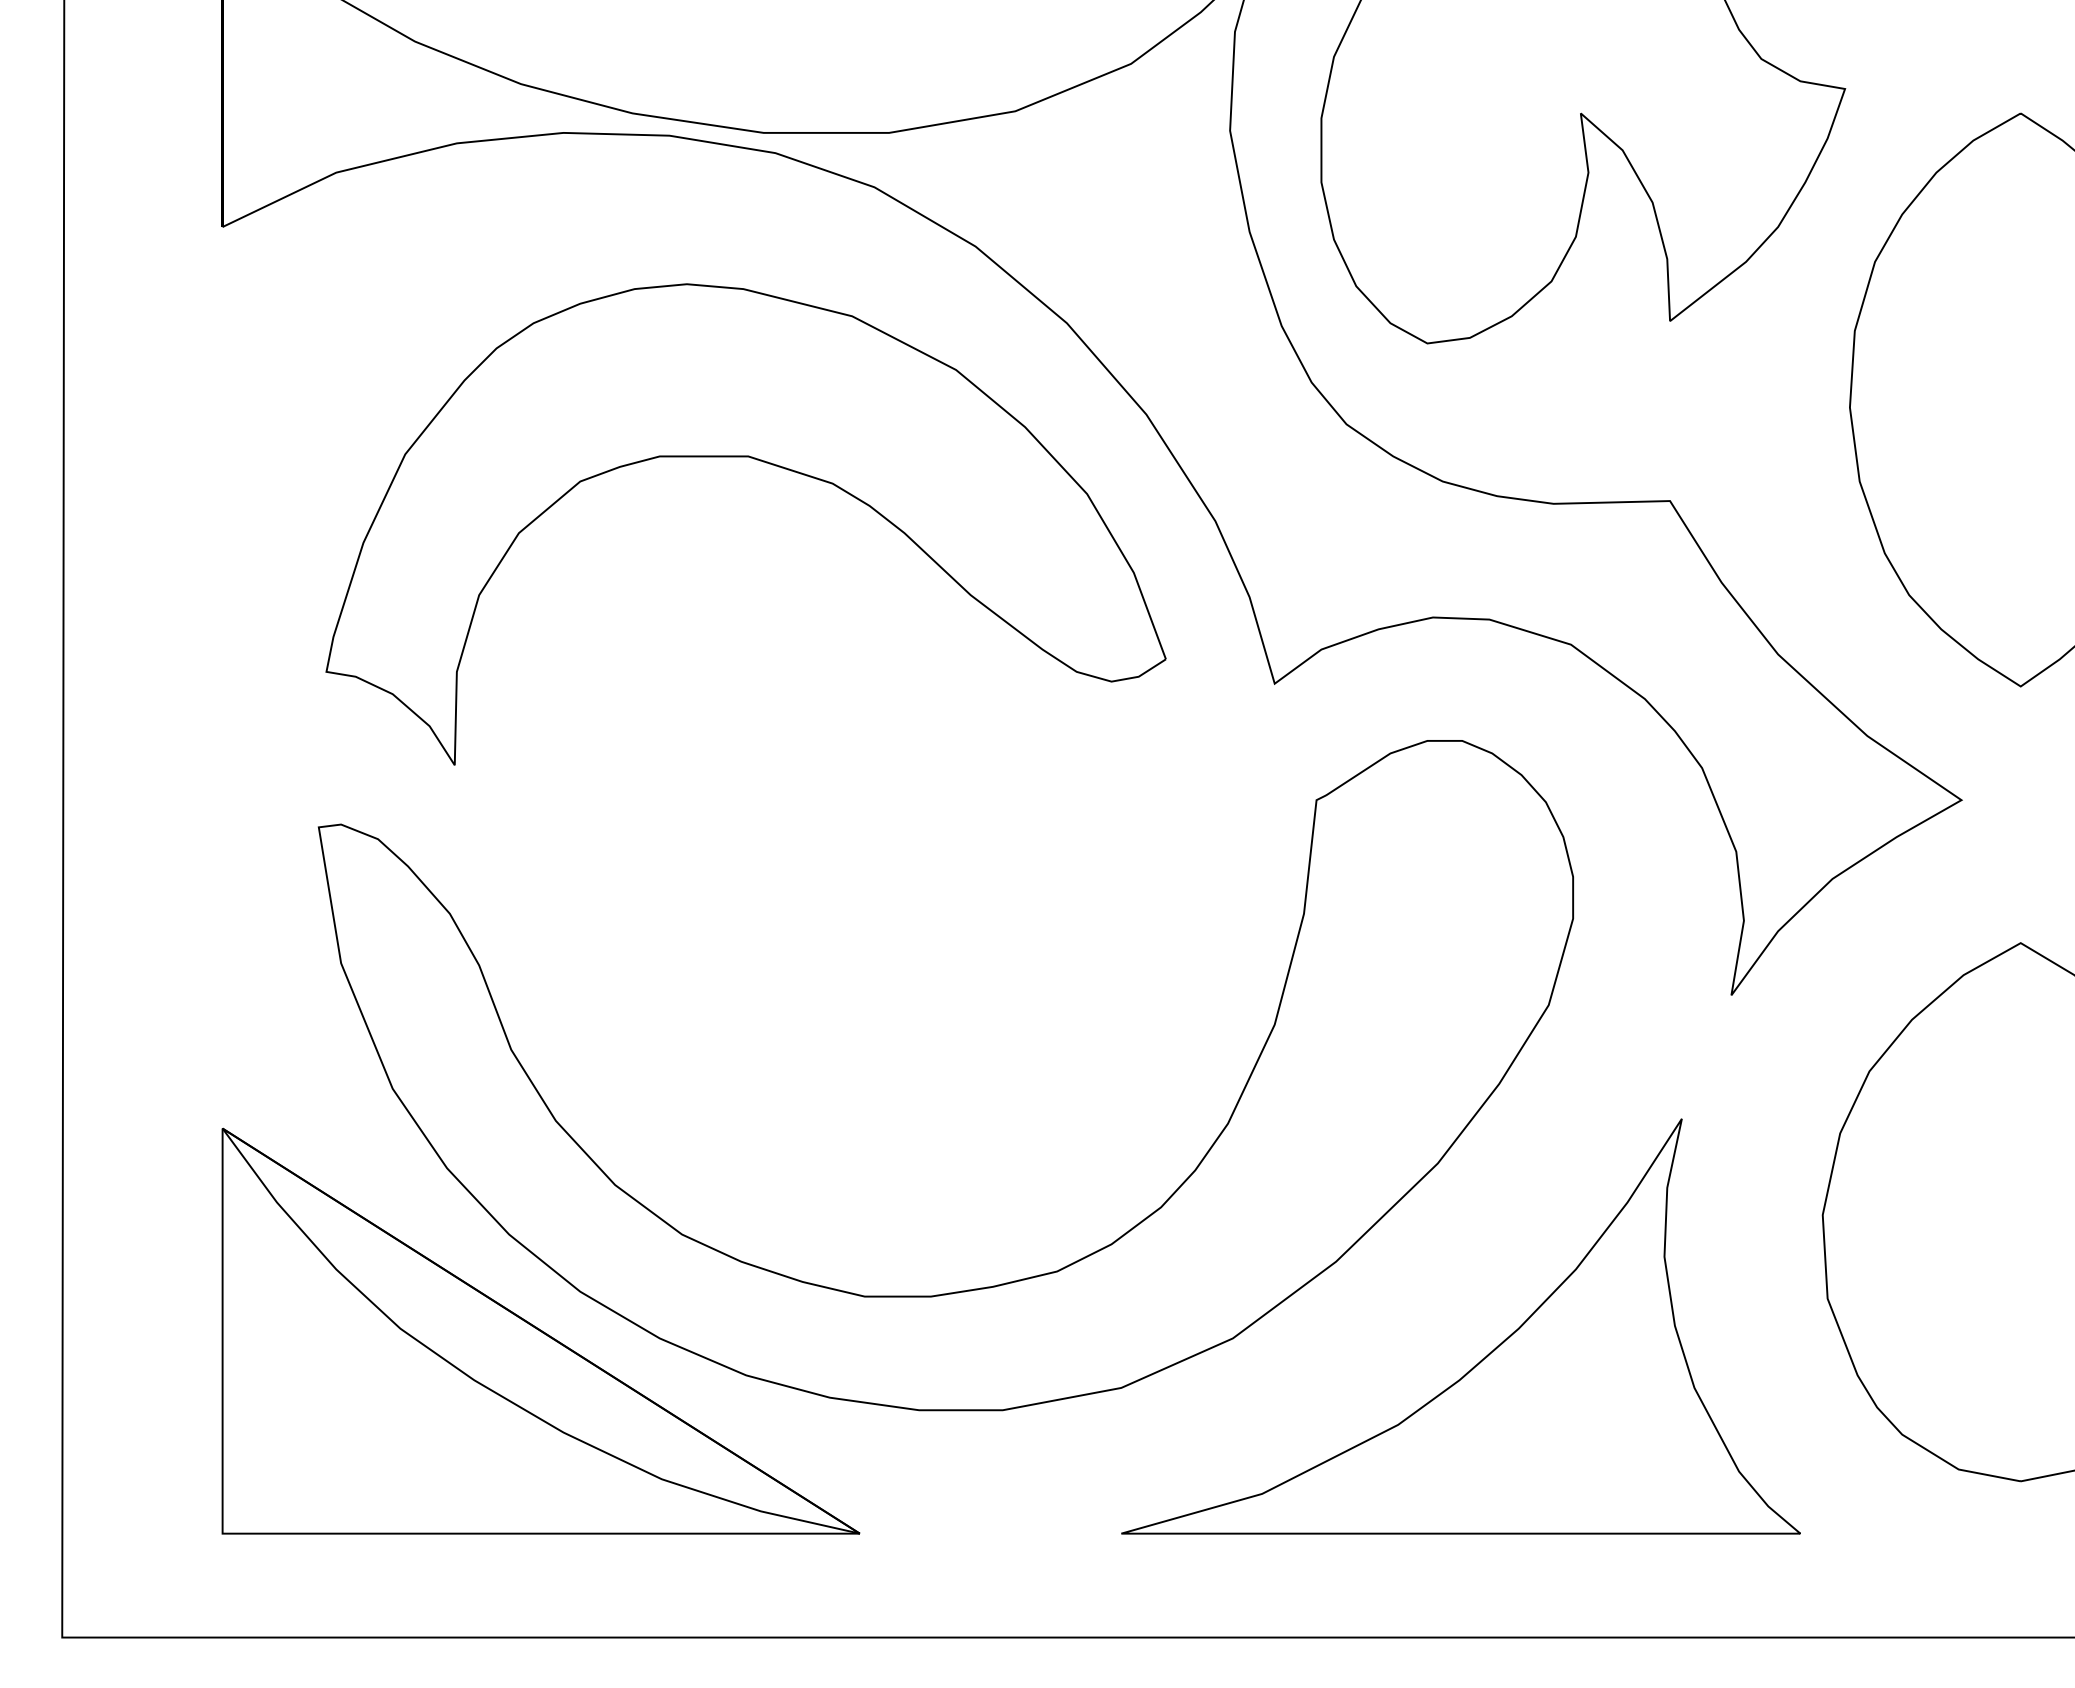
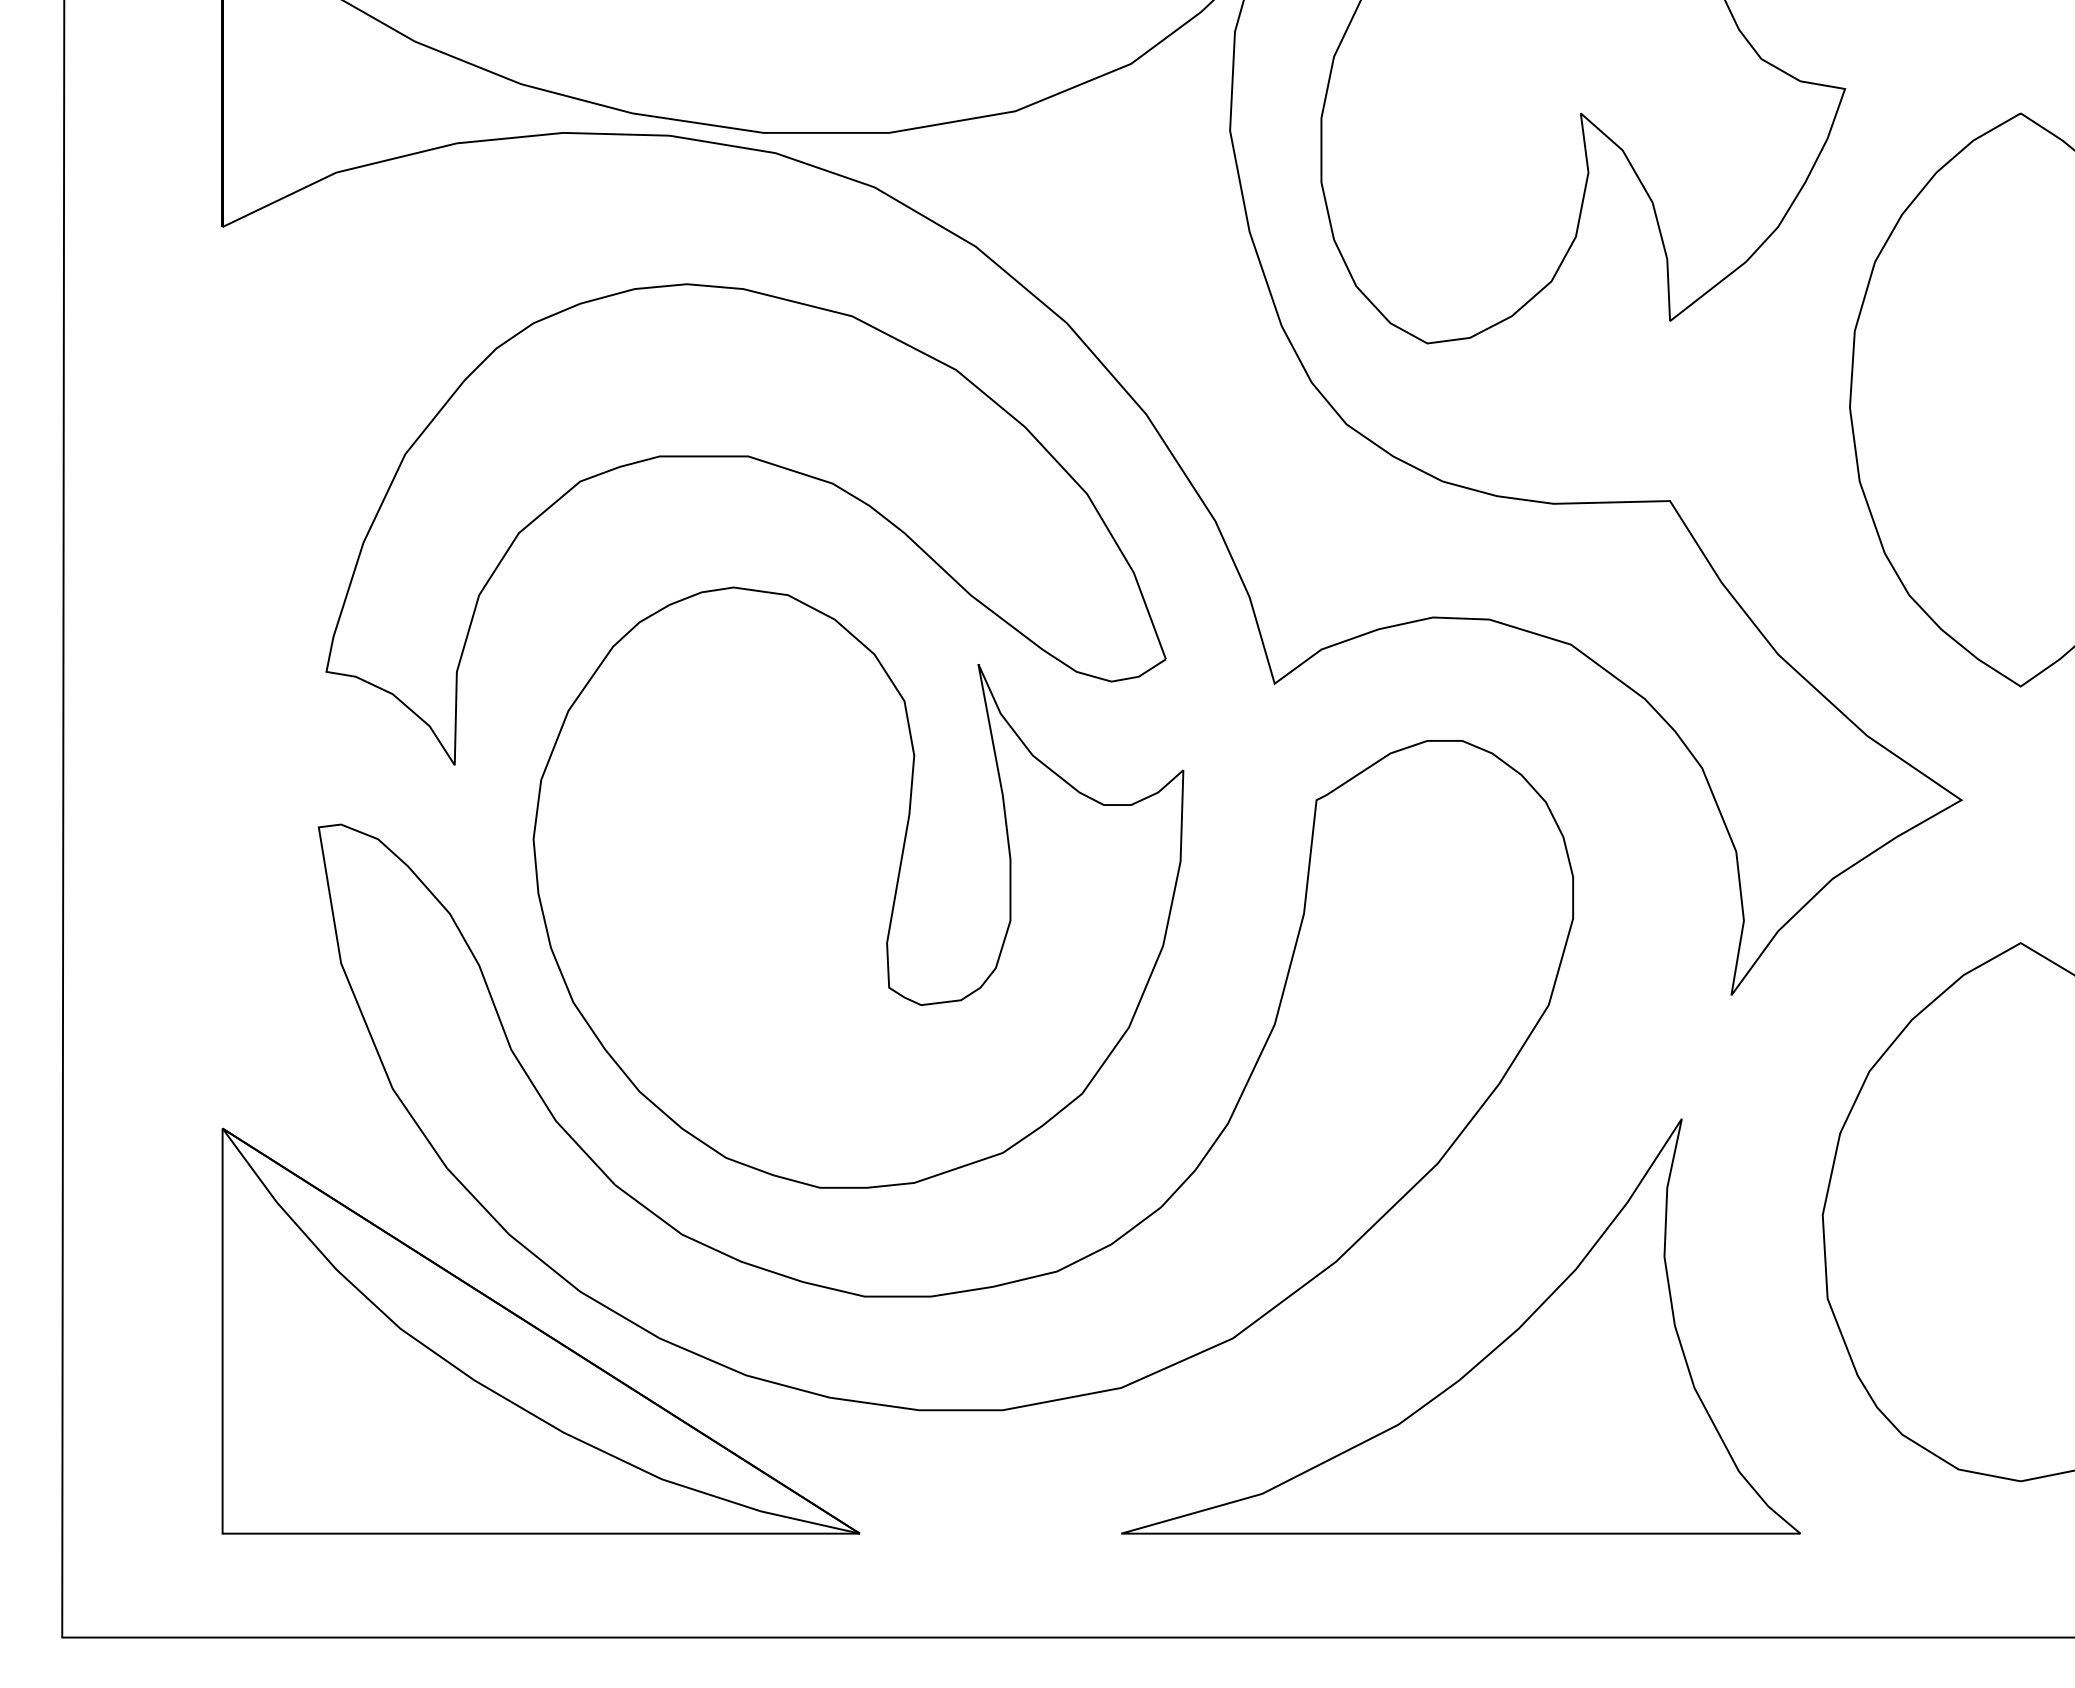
part at (858, 887): none -> present
